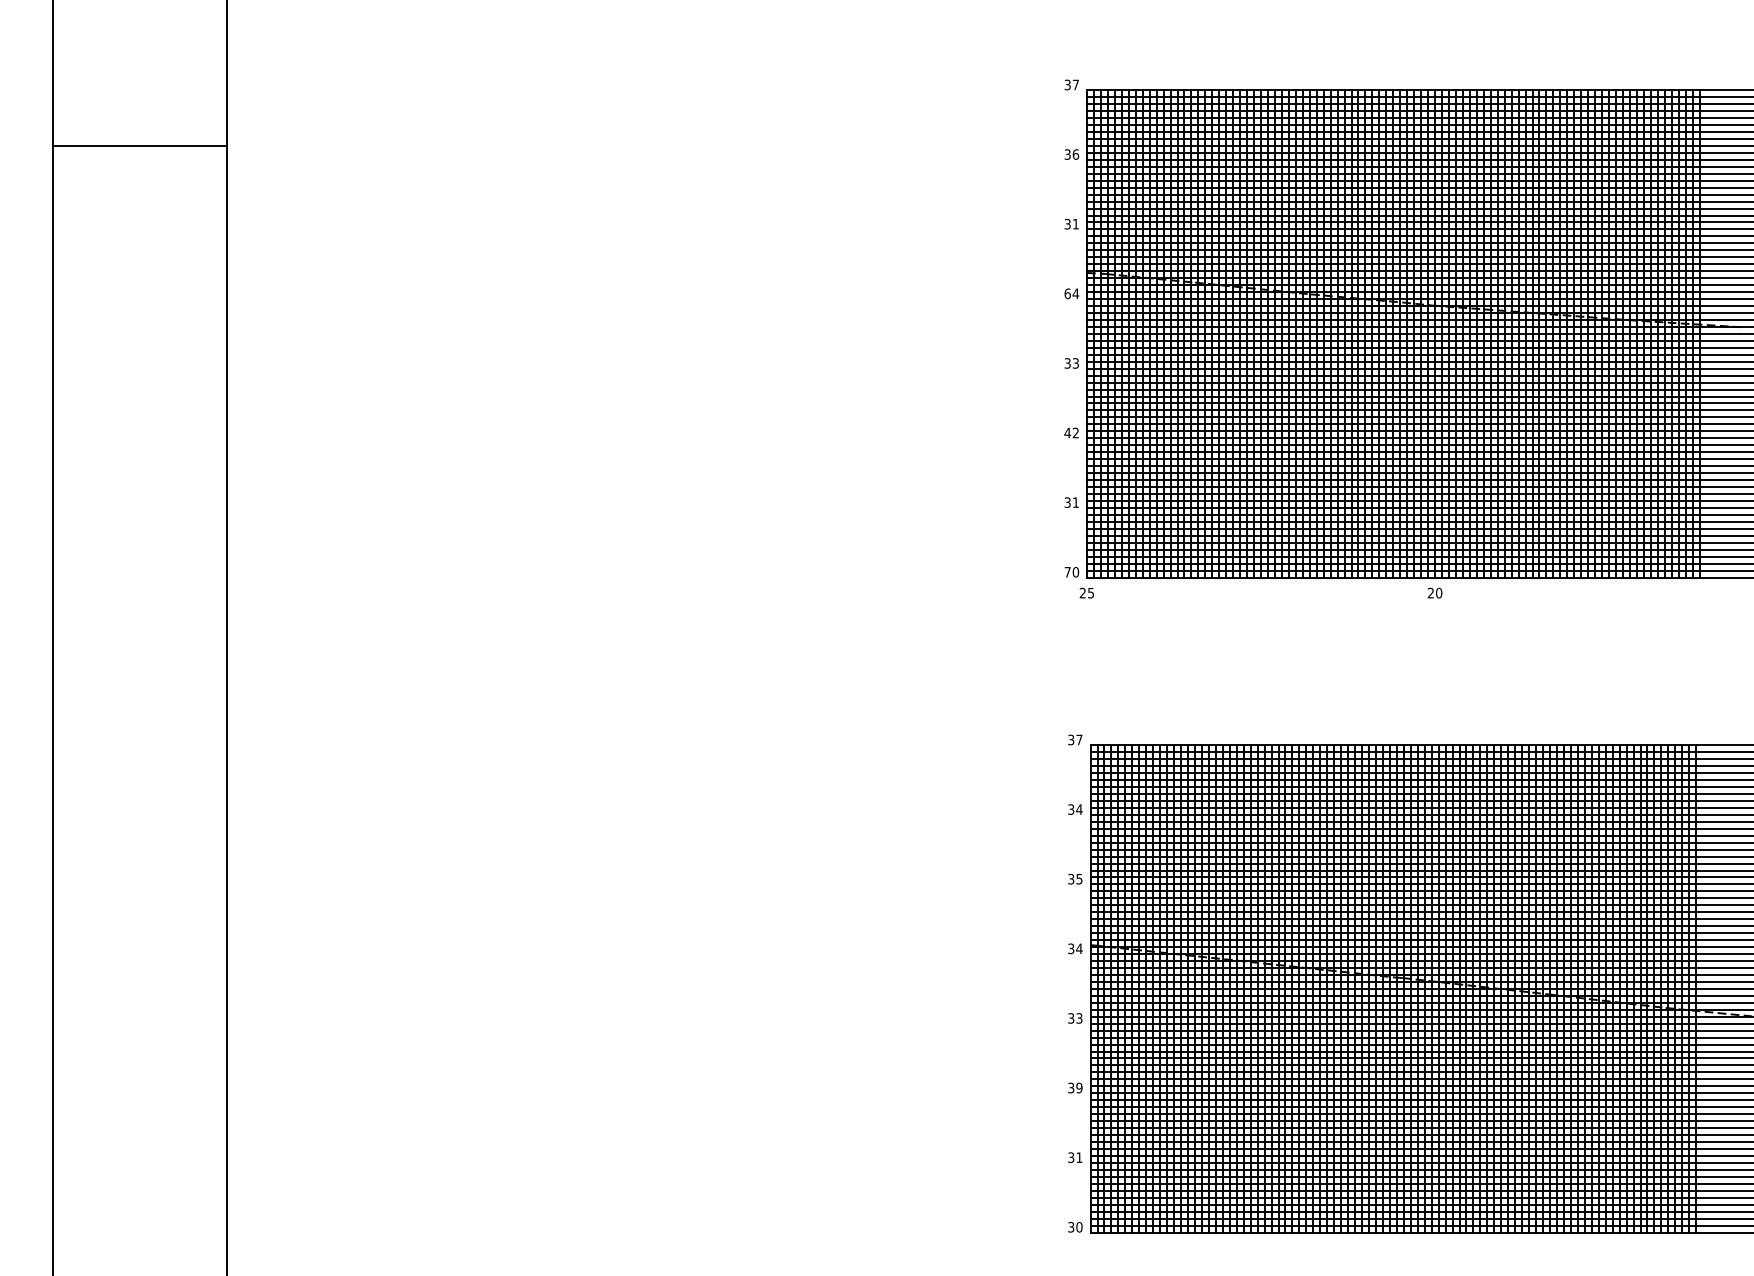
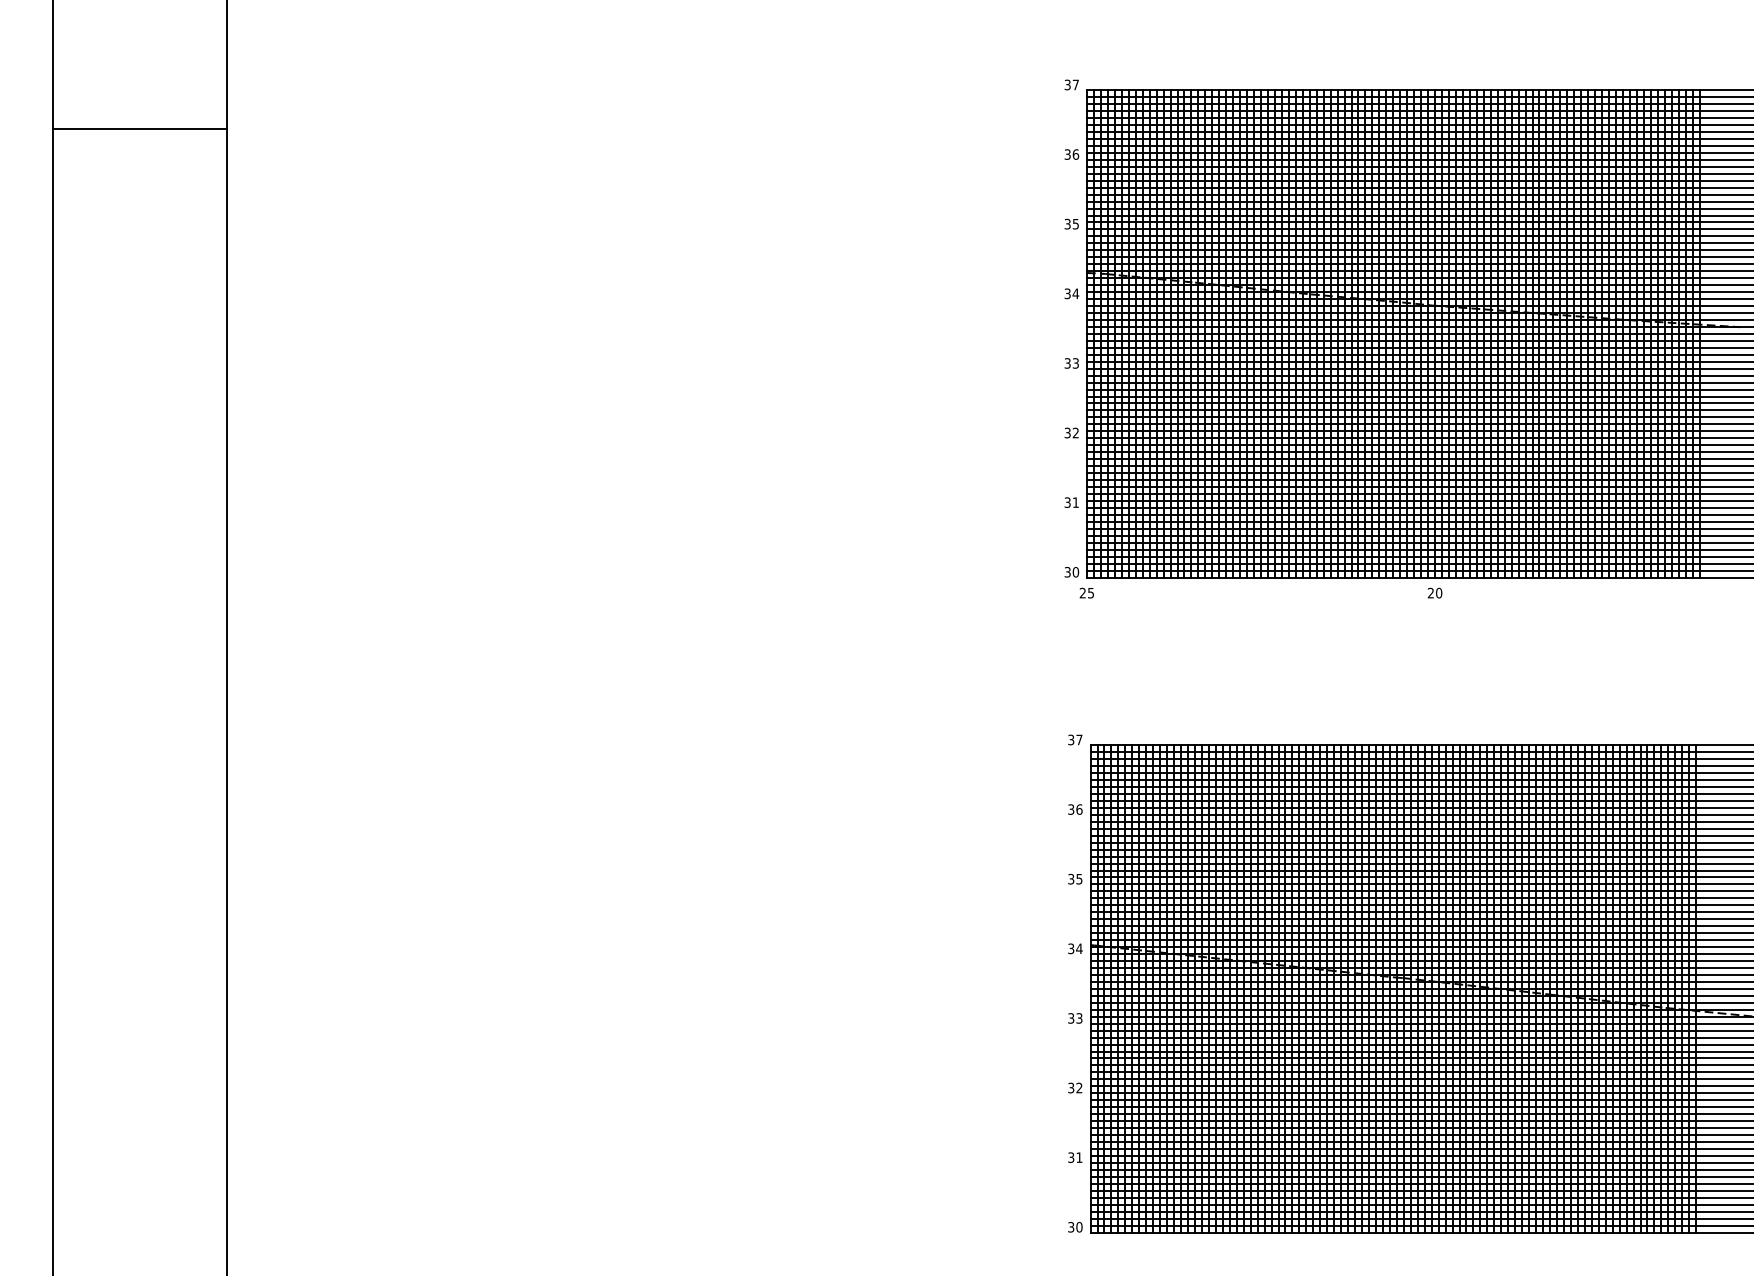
line at (139, 146) position: (139, 146) -> (139, 129)
text at (1075, 224): 31 -> 35
text at (1067, 293): 64 -> 34
text at (1067, 432): 42 -> 32
text at (1067, 572): 70 -> 30
text at (1079, 809): 34 -> 36
text at (1079, 1088): 39 -> 32
